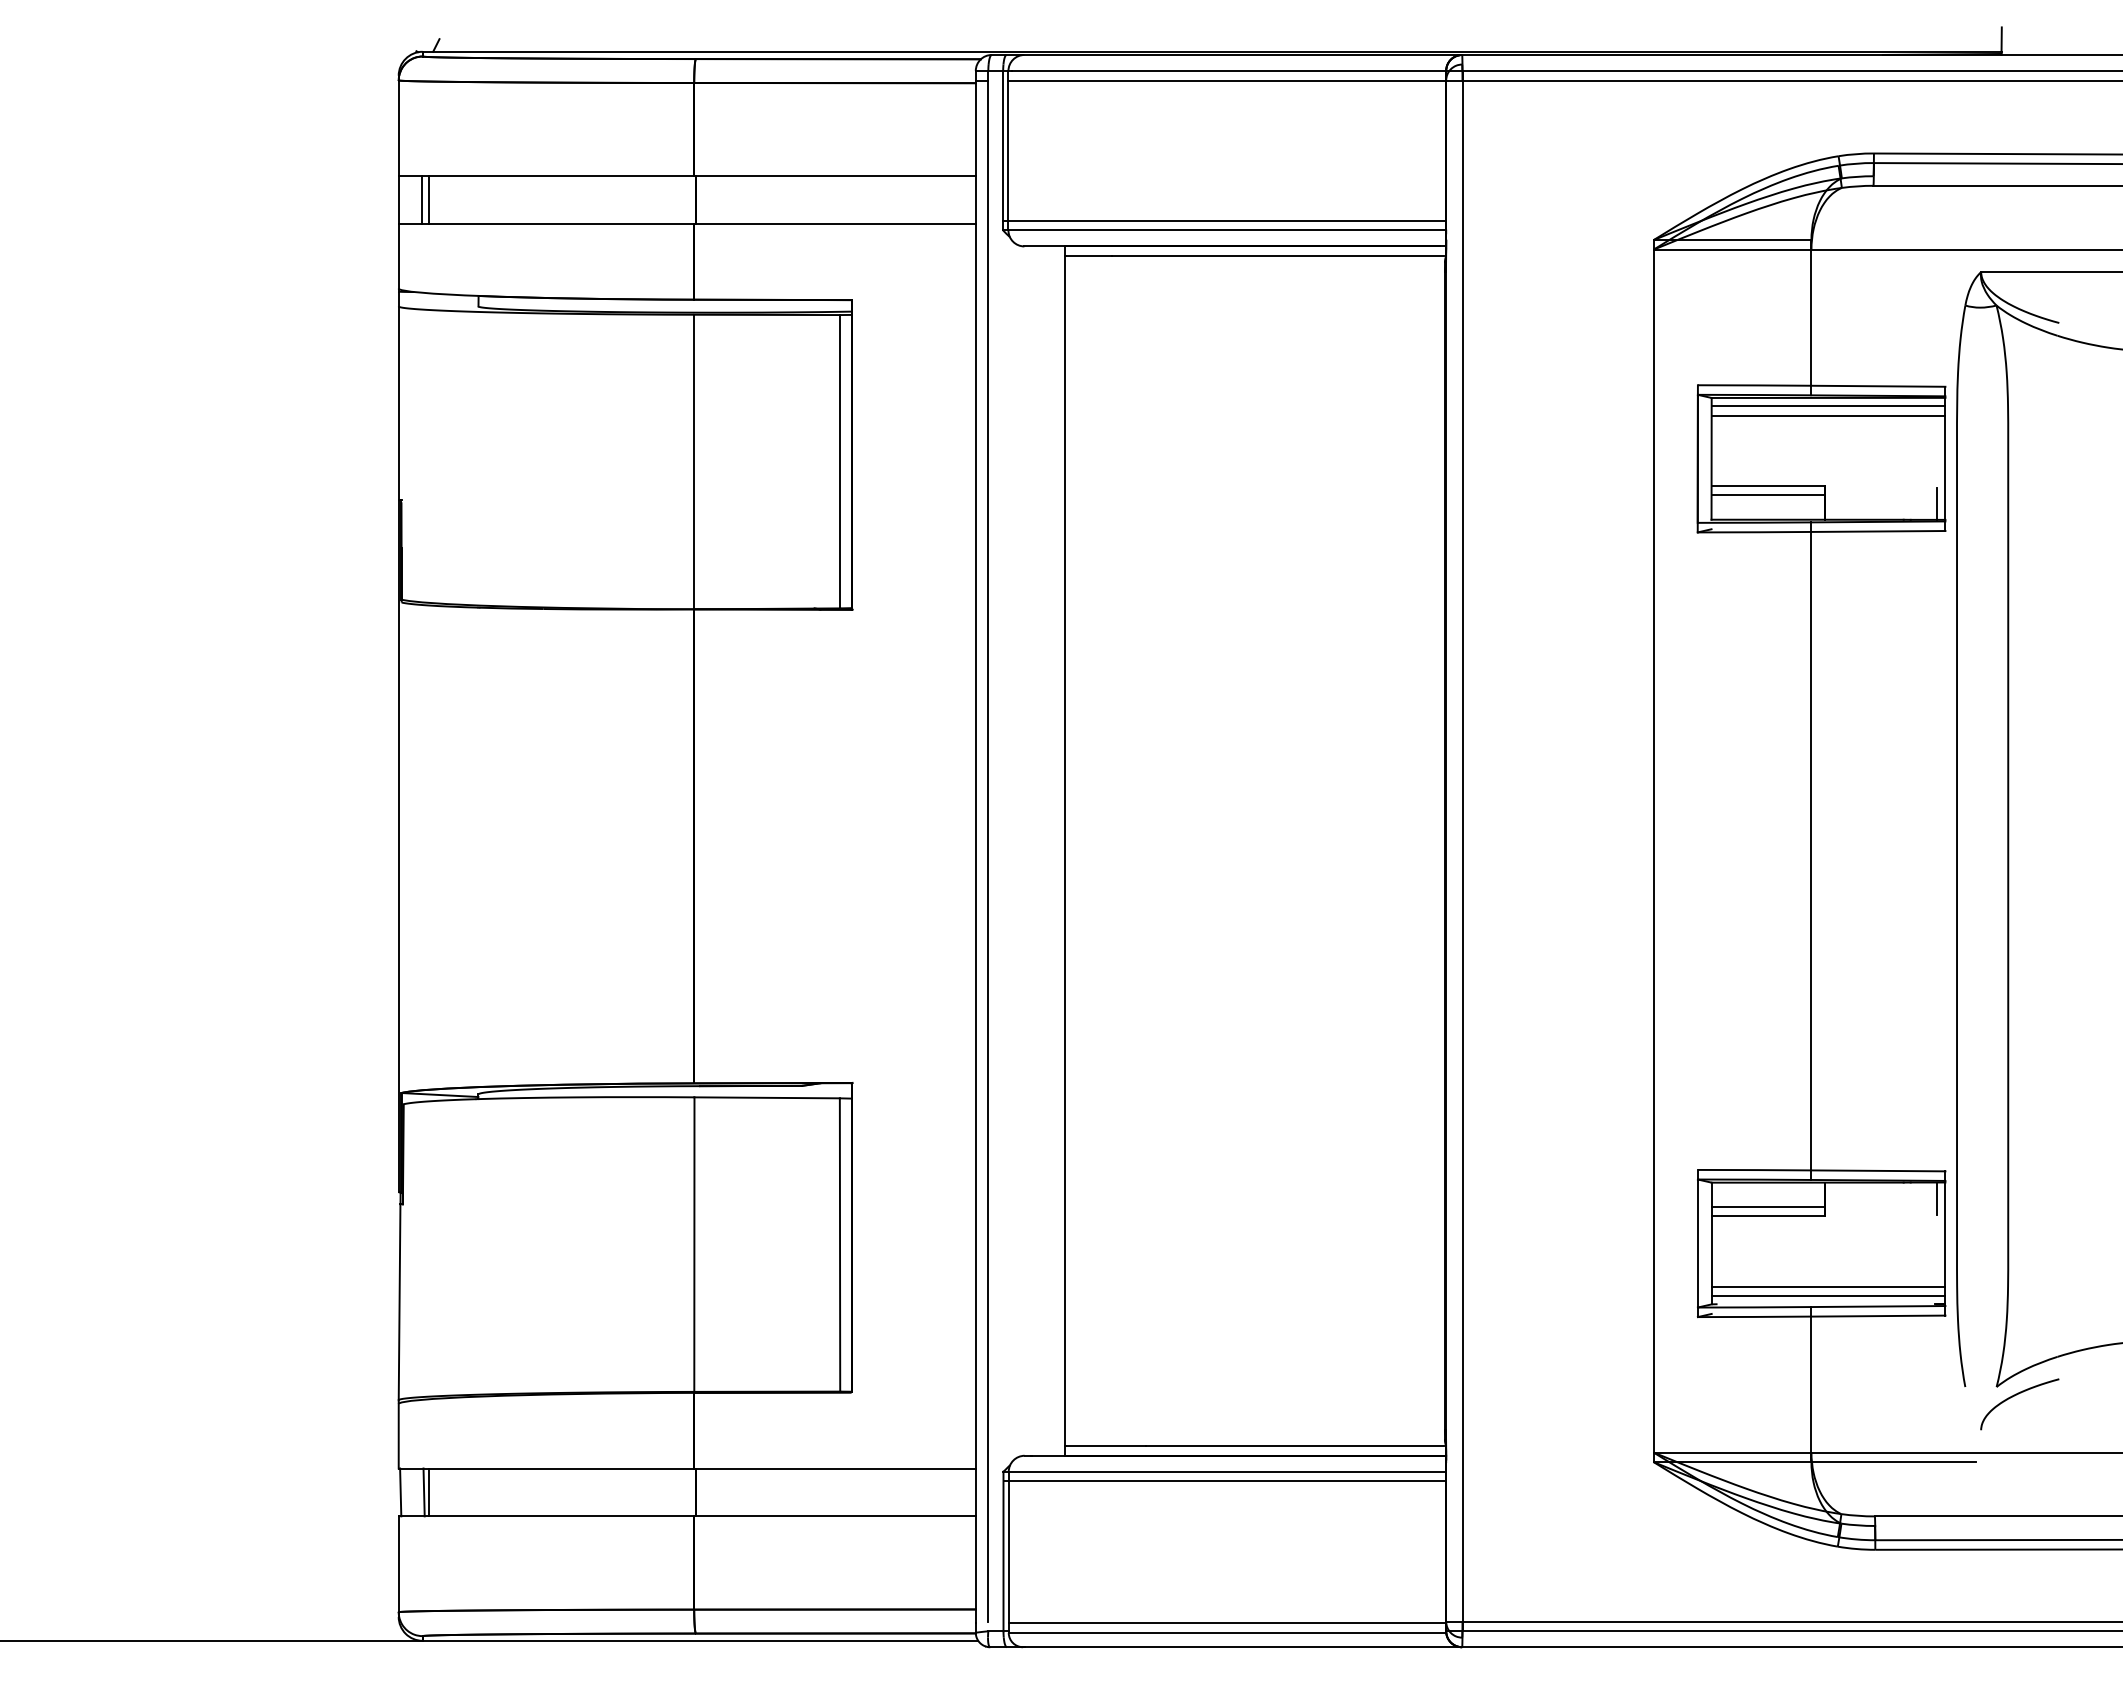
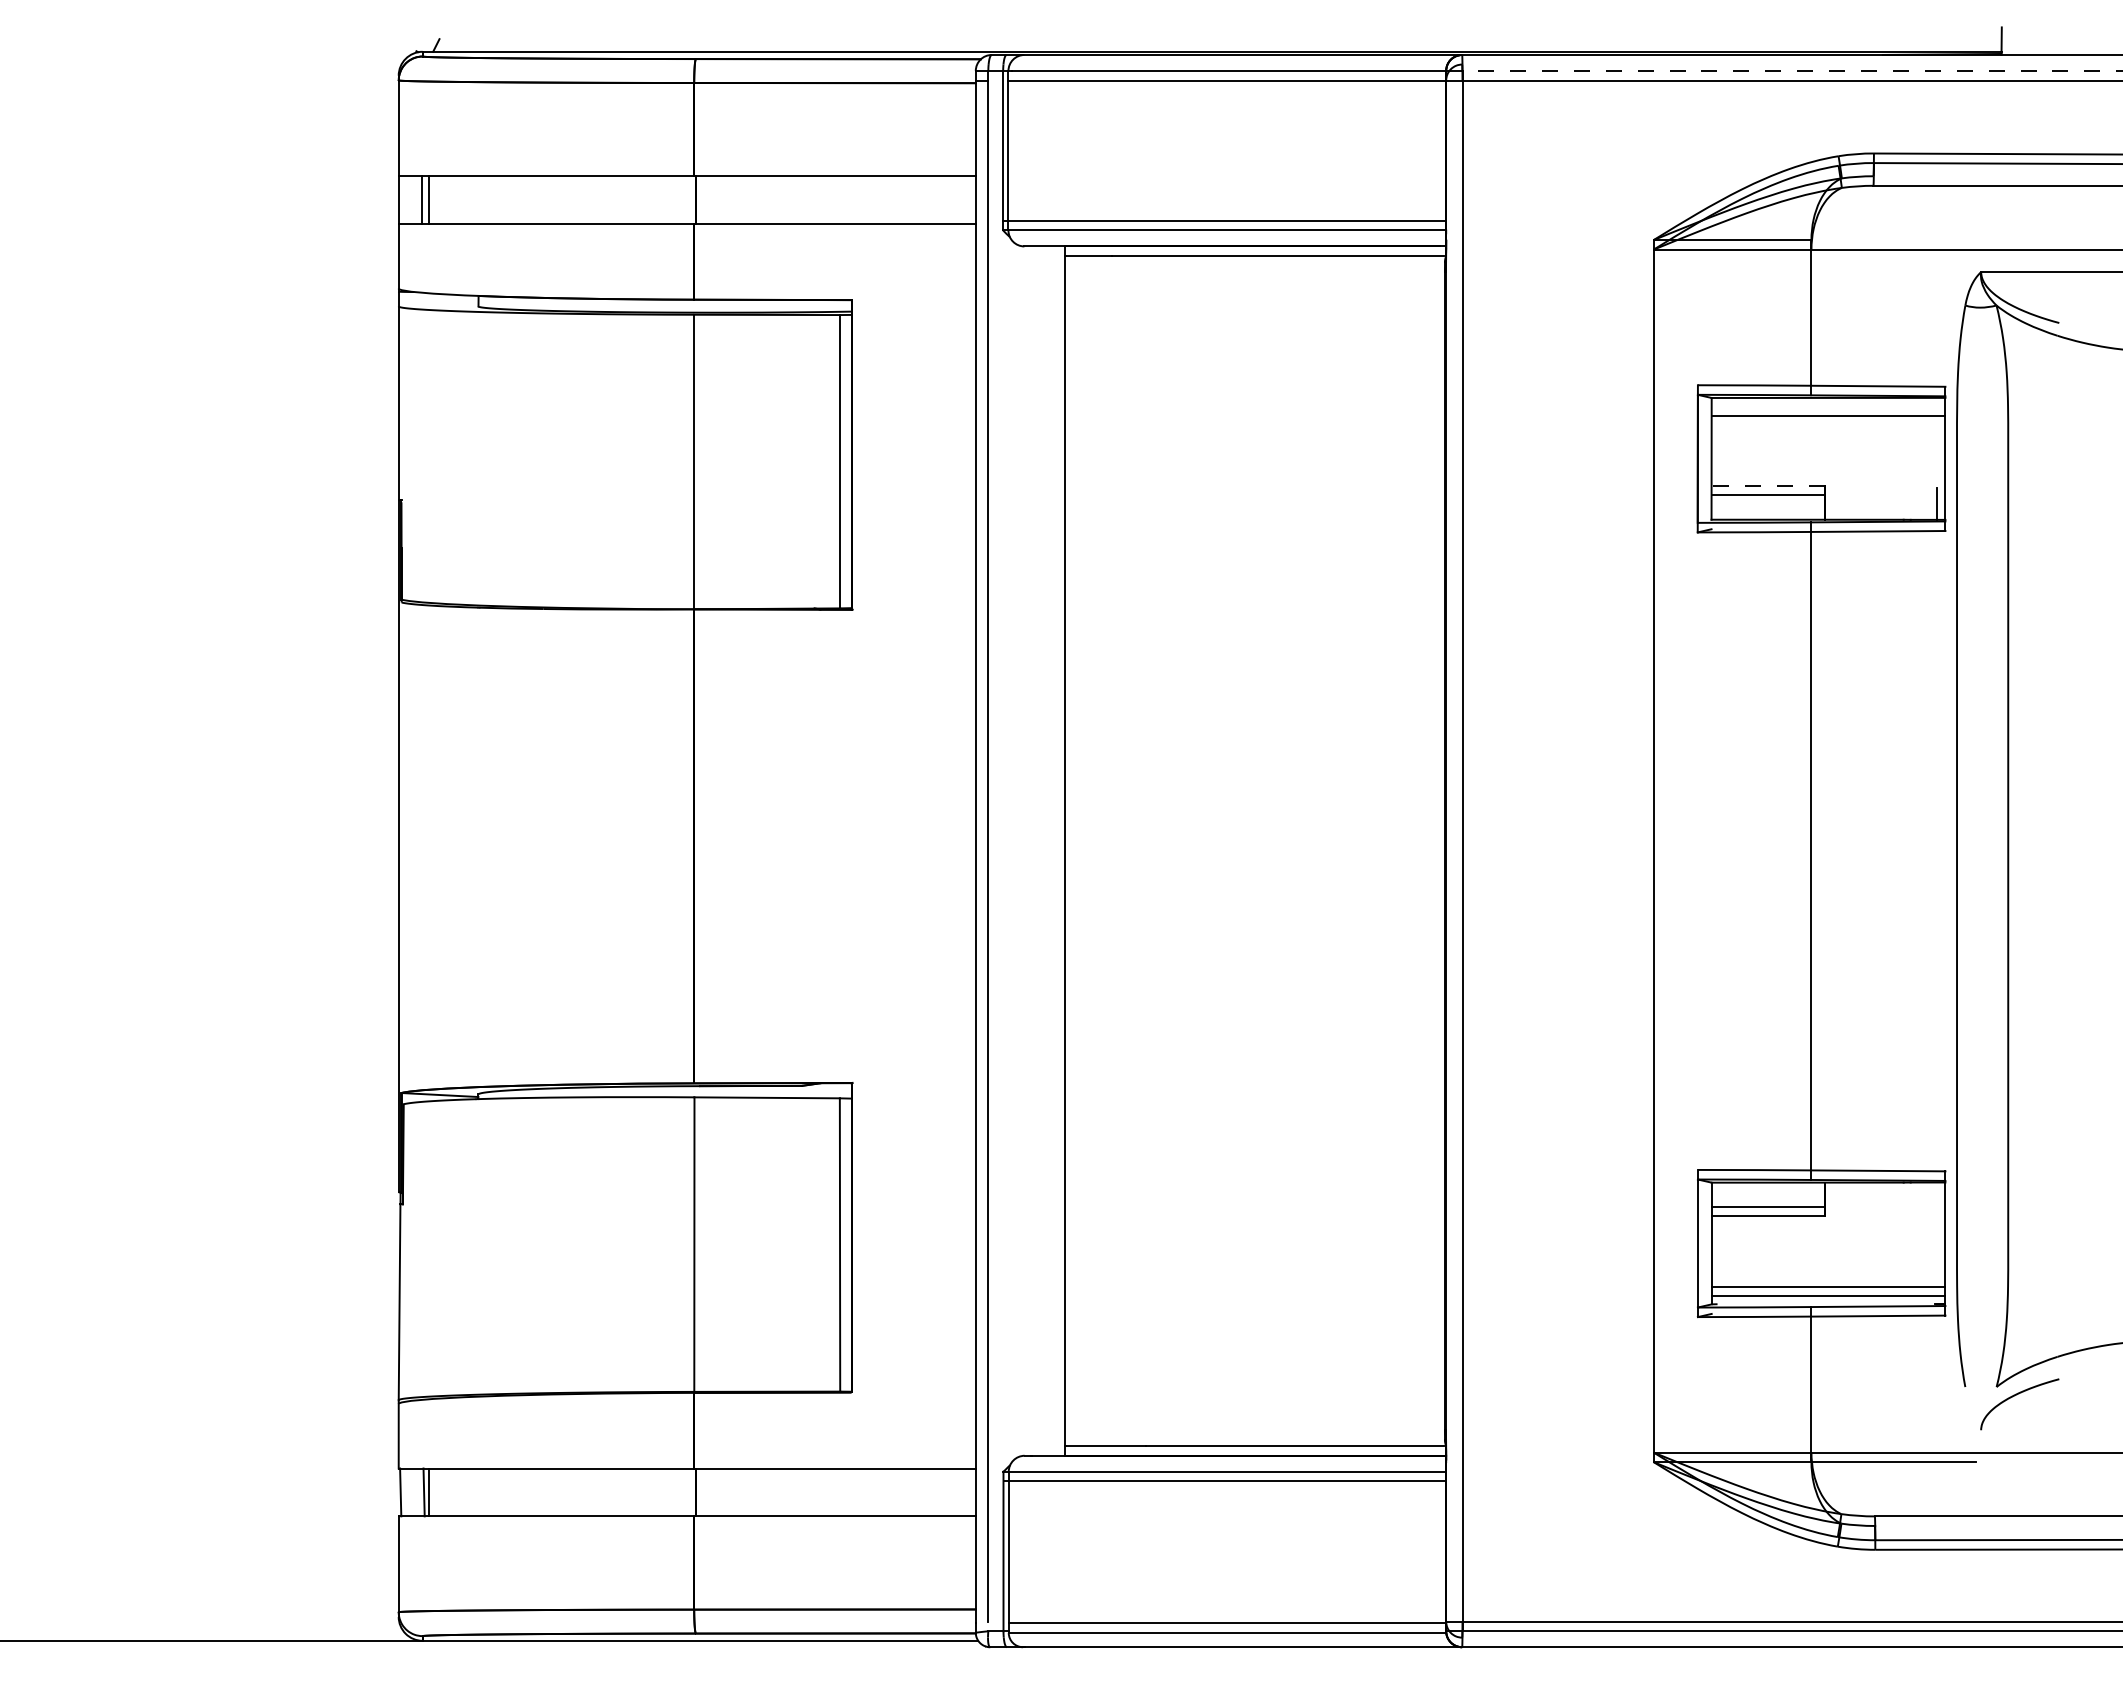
line at (1784, 70): solid -> dashed
line at (1828, 405): present -> none
line at (1768, 485): solid -> dashed
line at (1936, 1198): present -> none
